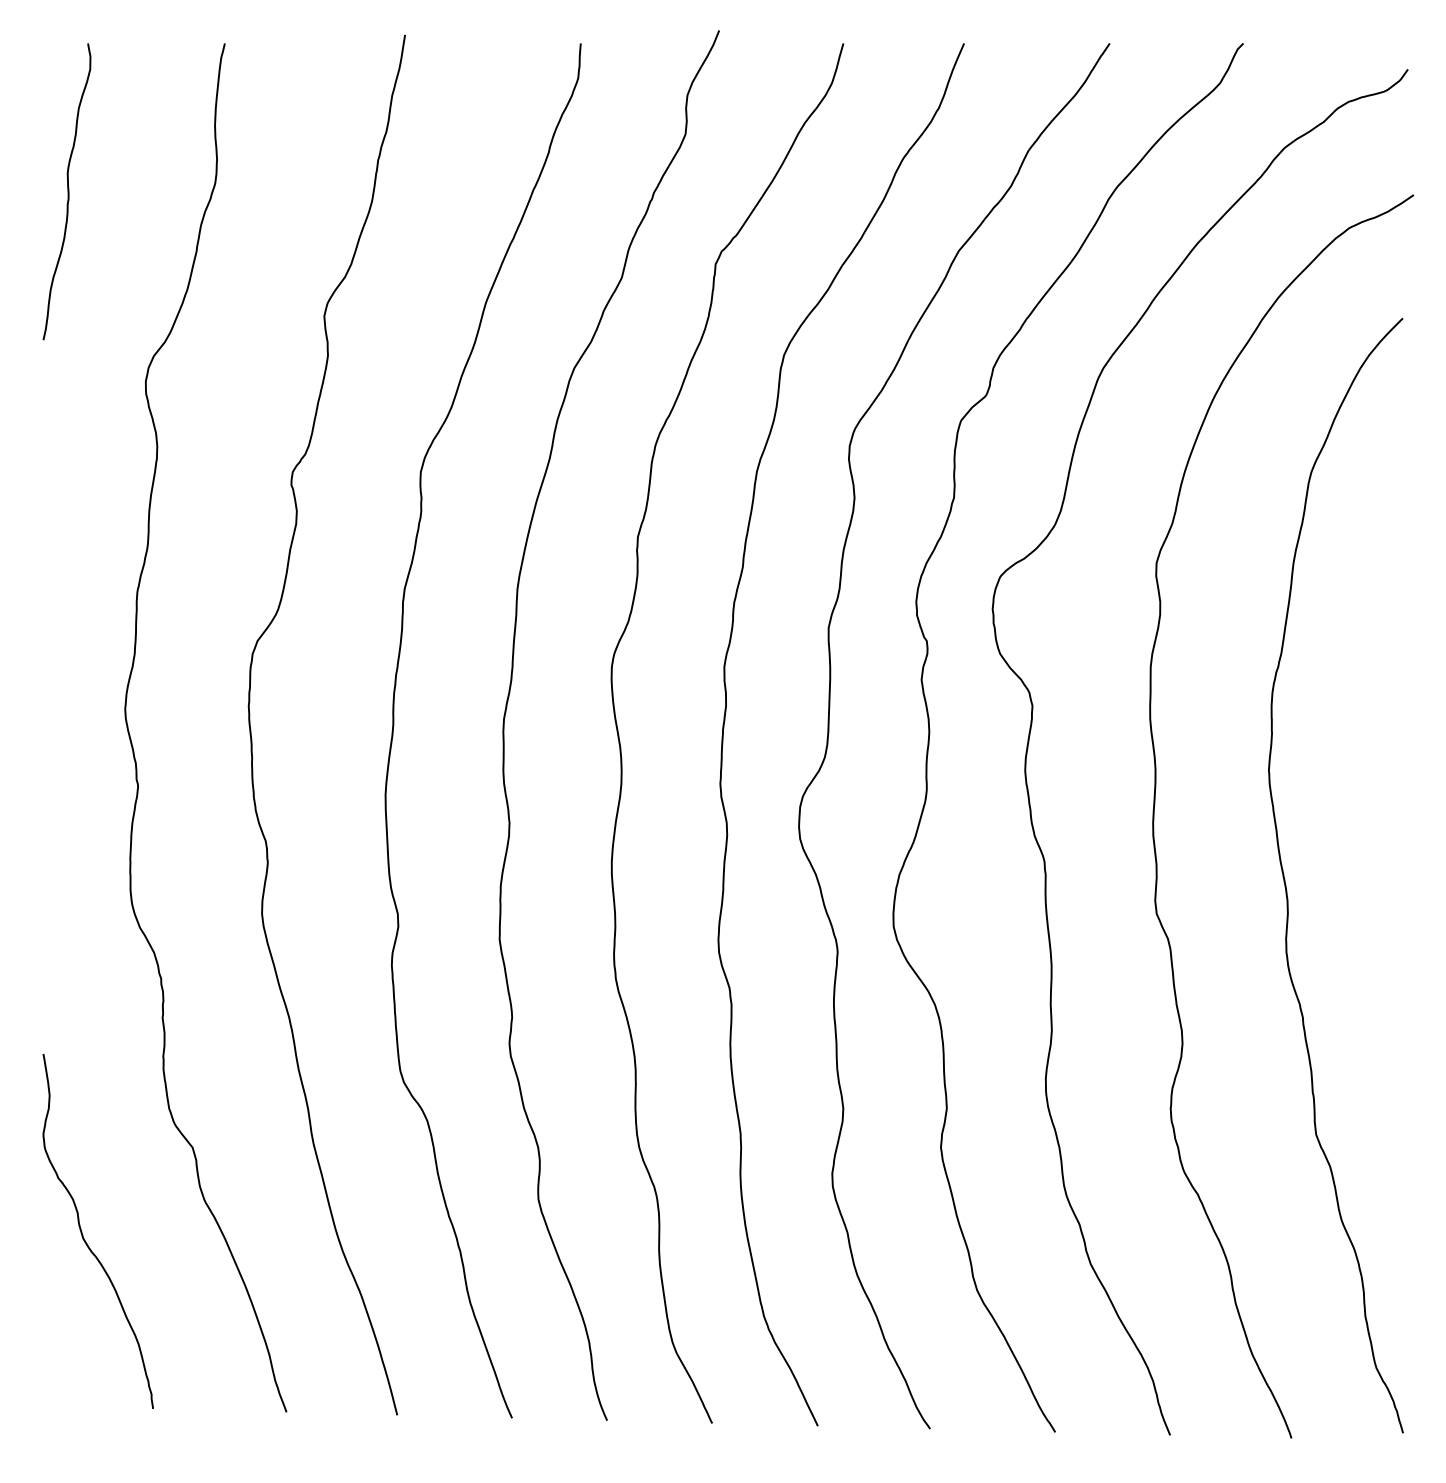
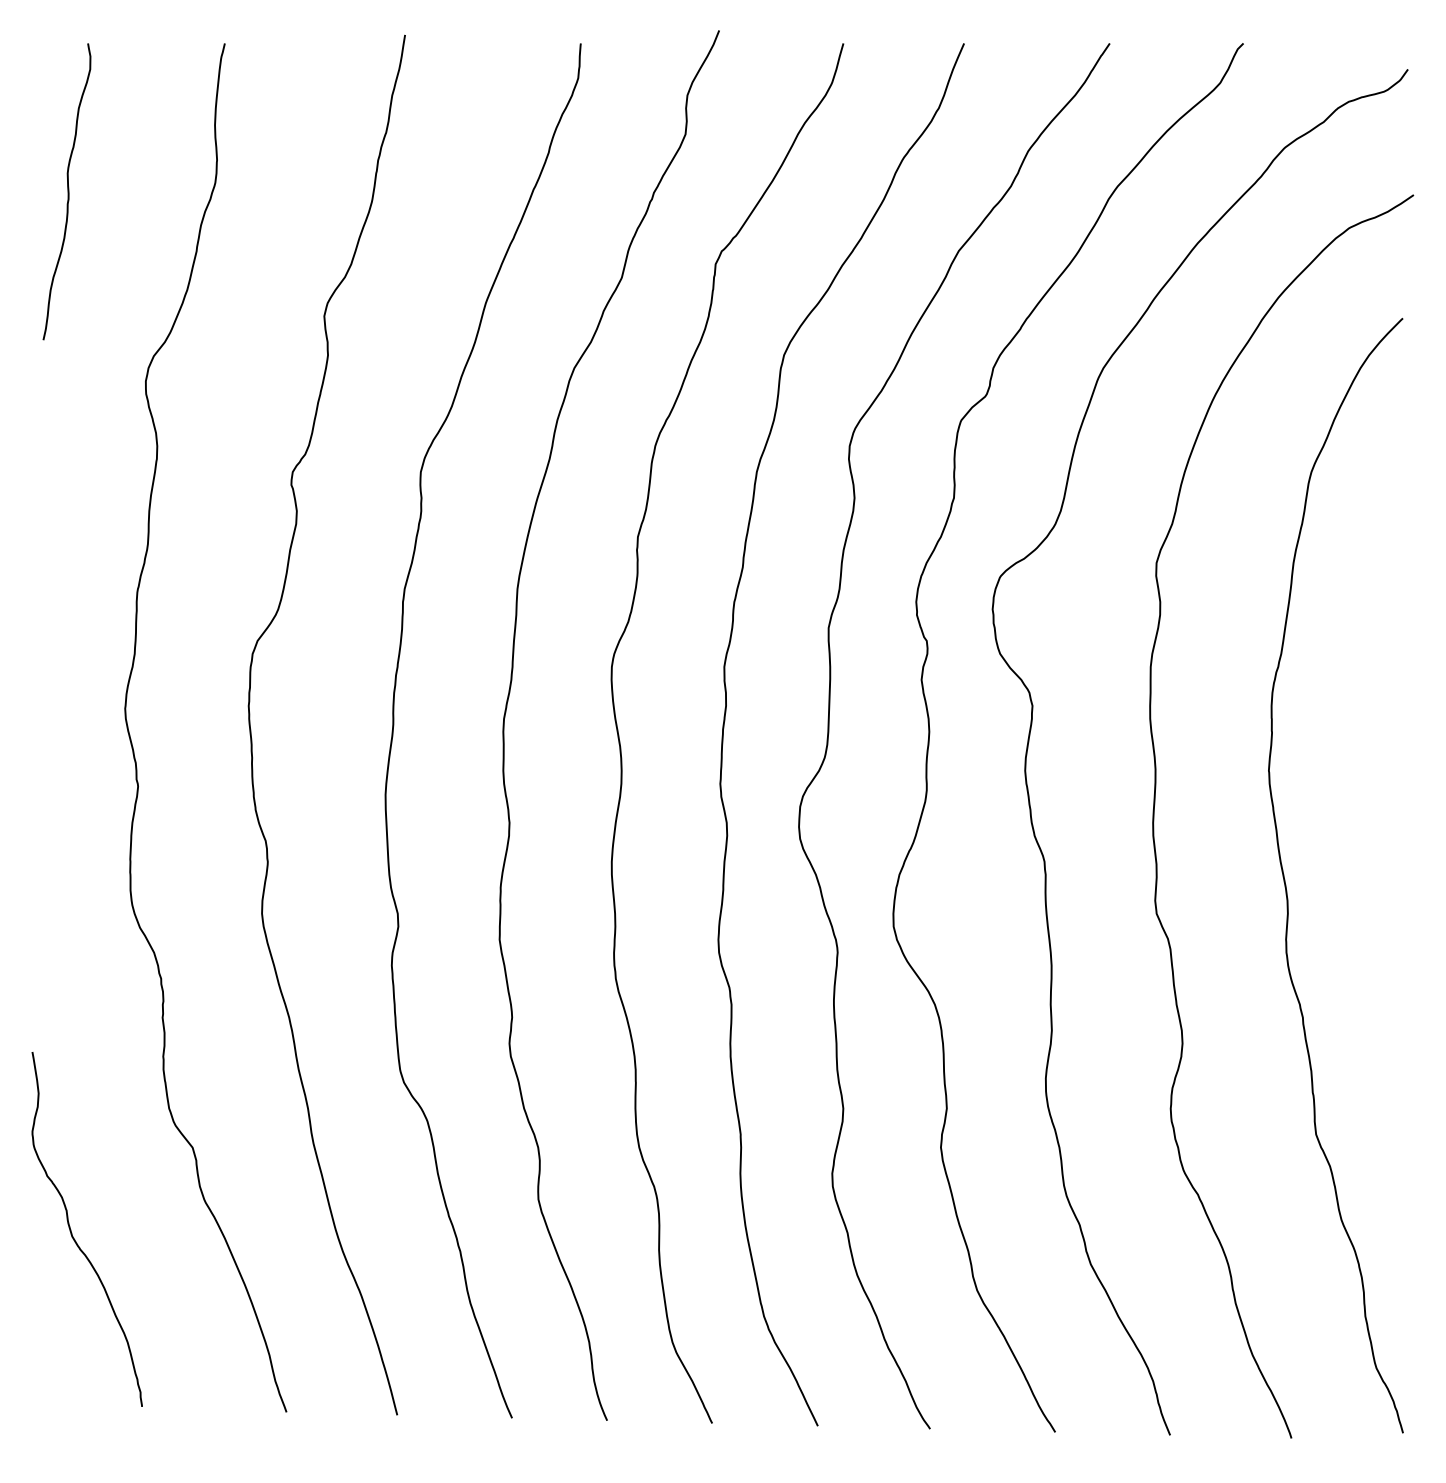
curve at (83, 1235) position: (83, 1235) -> (72, 1233)
